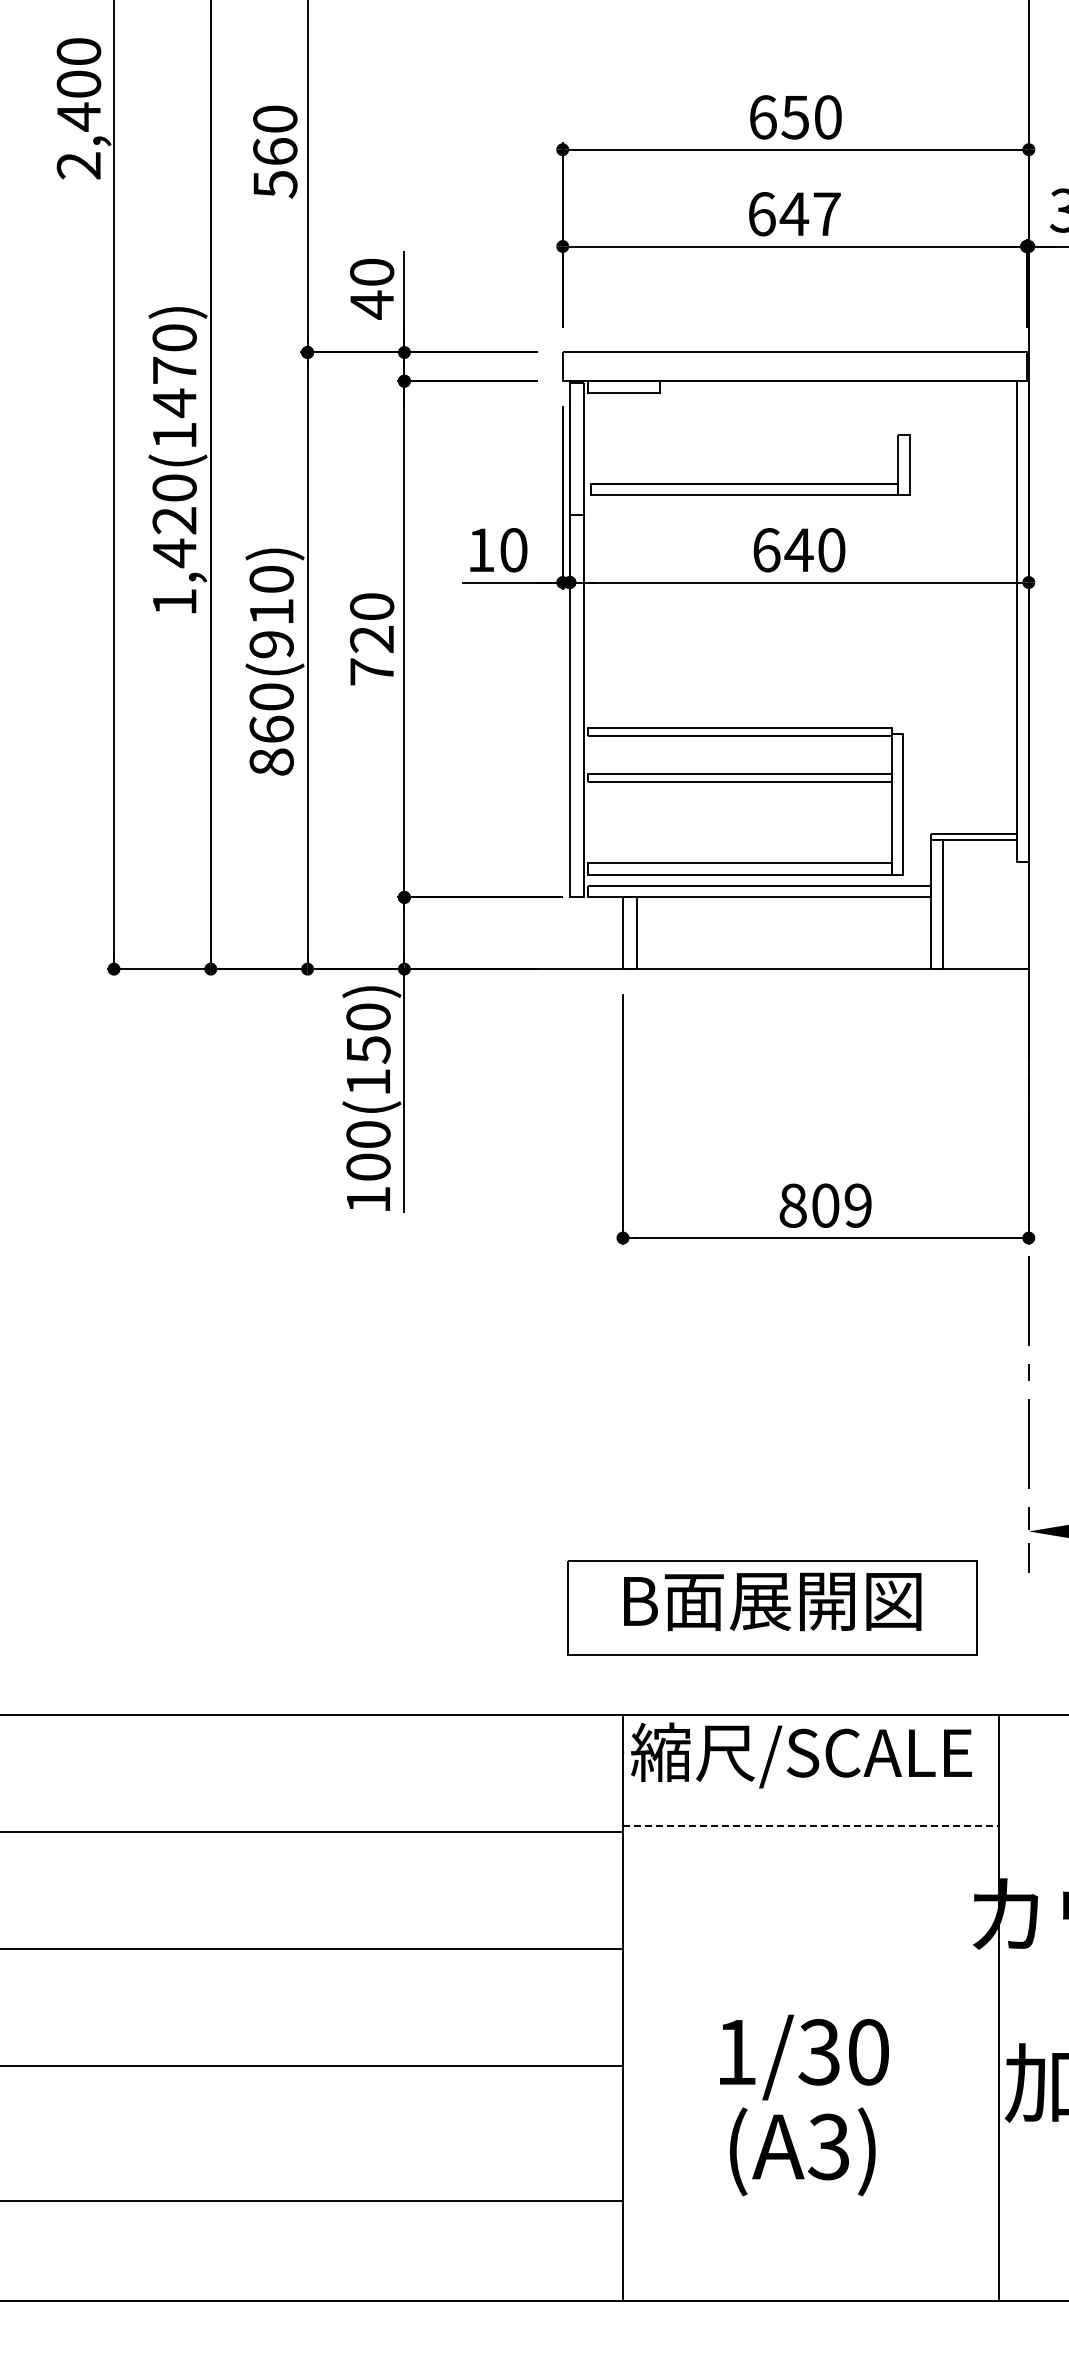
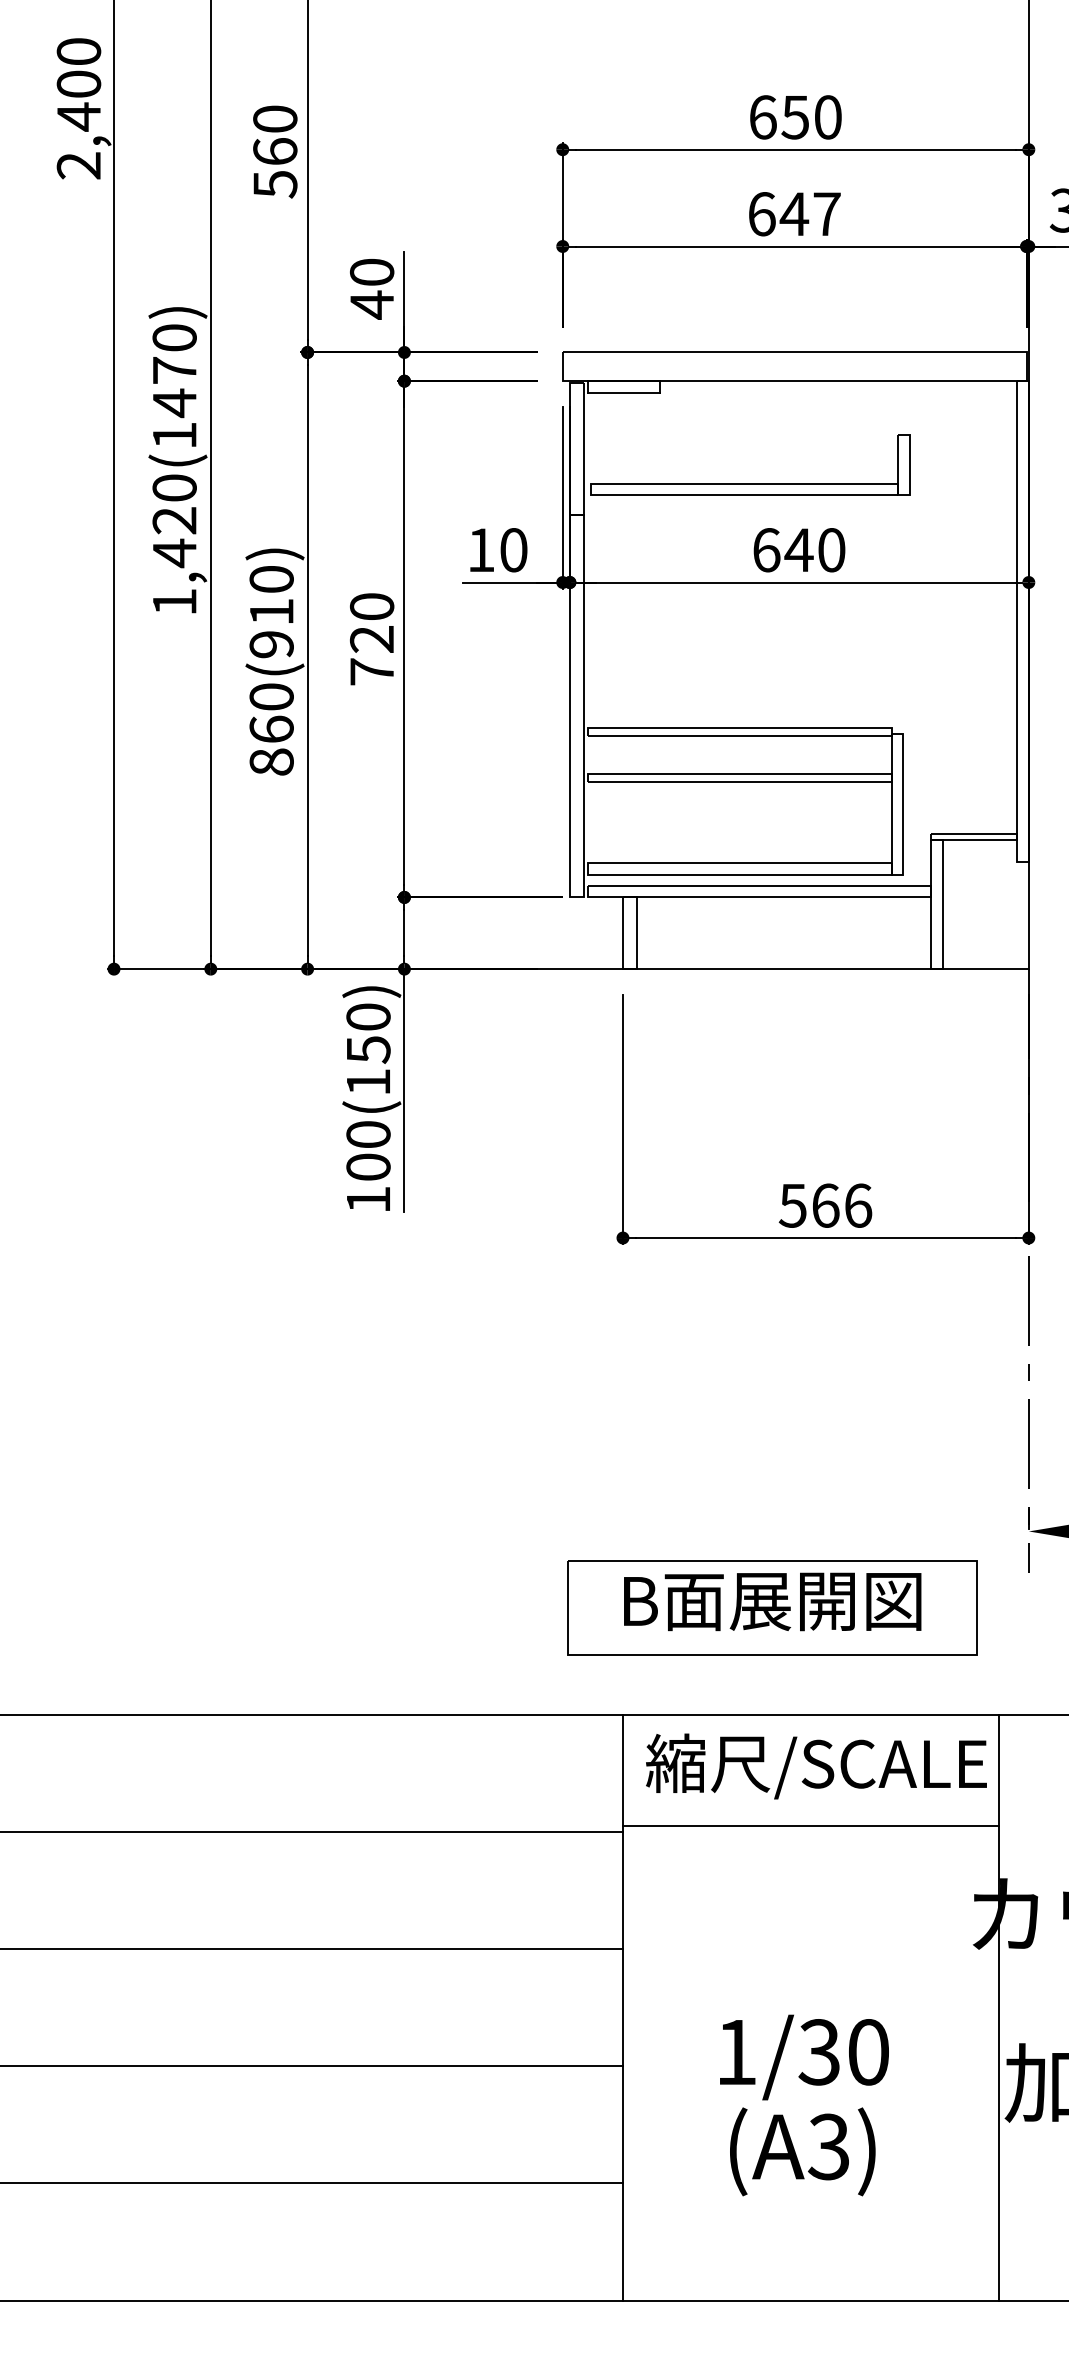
text at (825, 1205): 809 -> 566
text at (801, 1755) position: (801, 1755) -> (816, 1766)
line at (811, 1825): dashed -> solid
line at (312, 2201) position: (312, 2201) -> (312, 2183)
